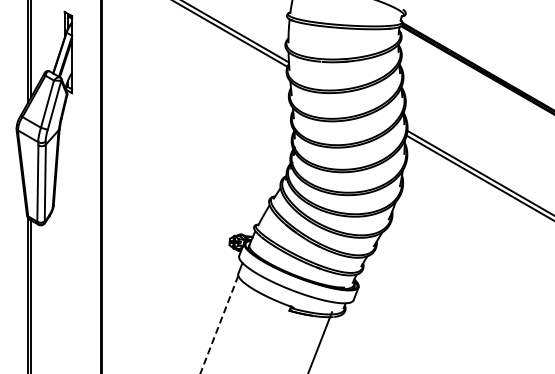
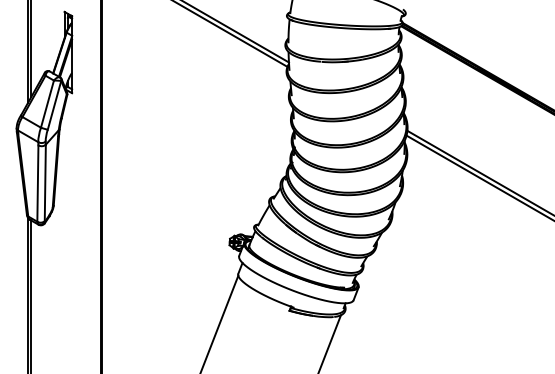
line at (219, 325): dashed -> solid
line at (320, 341) position: (320, 341) -> (330, 342)
